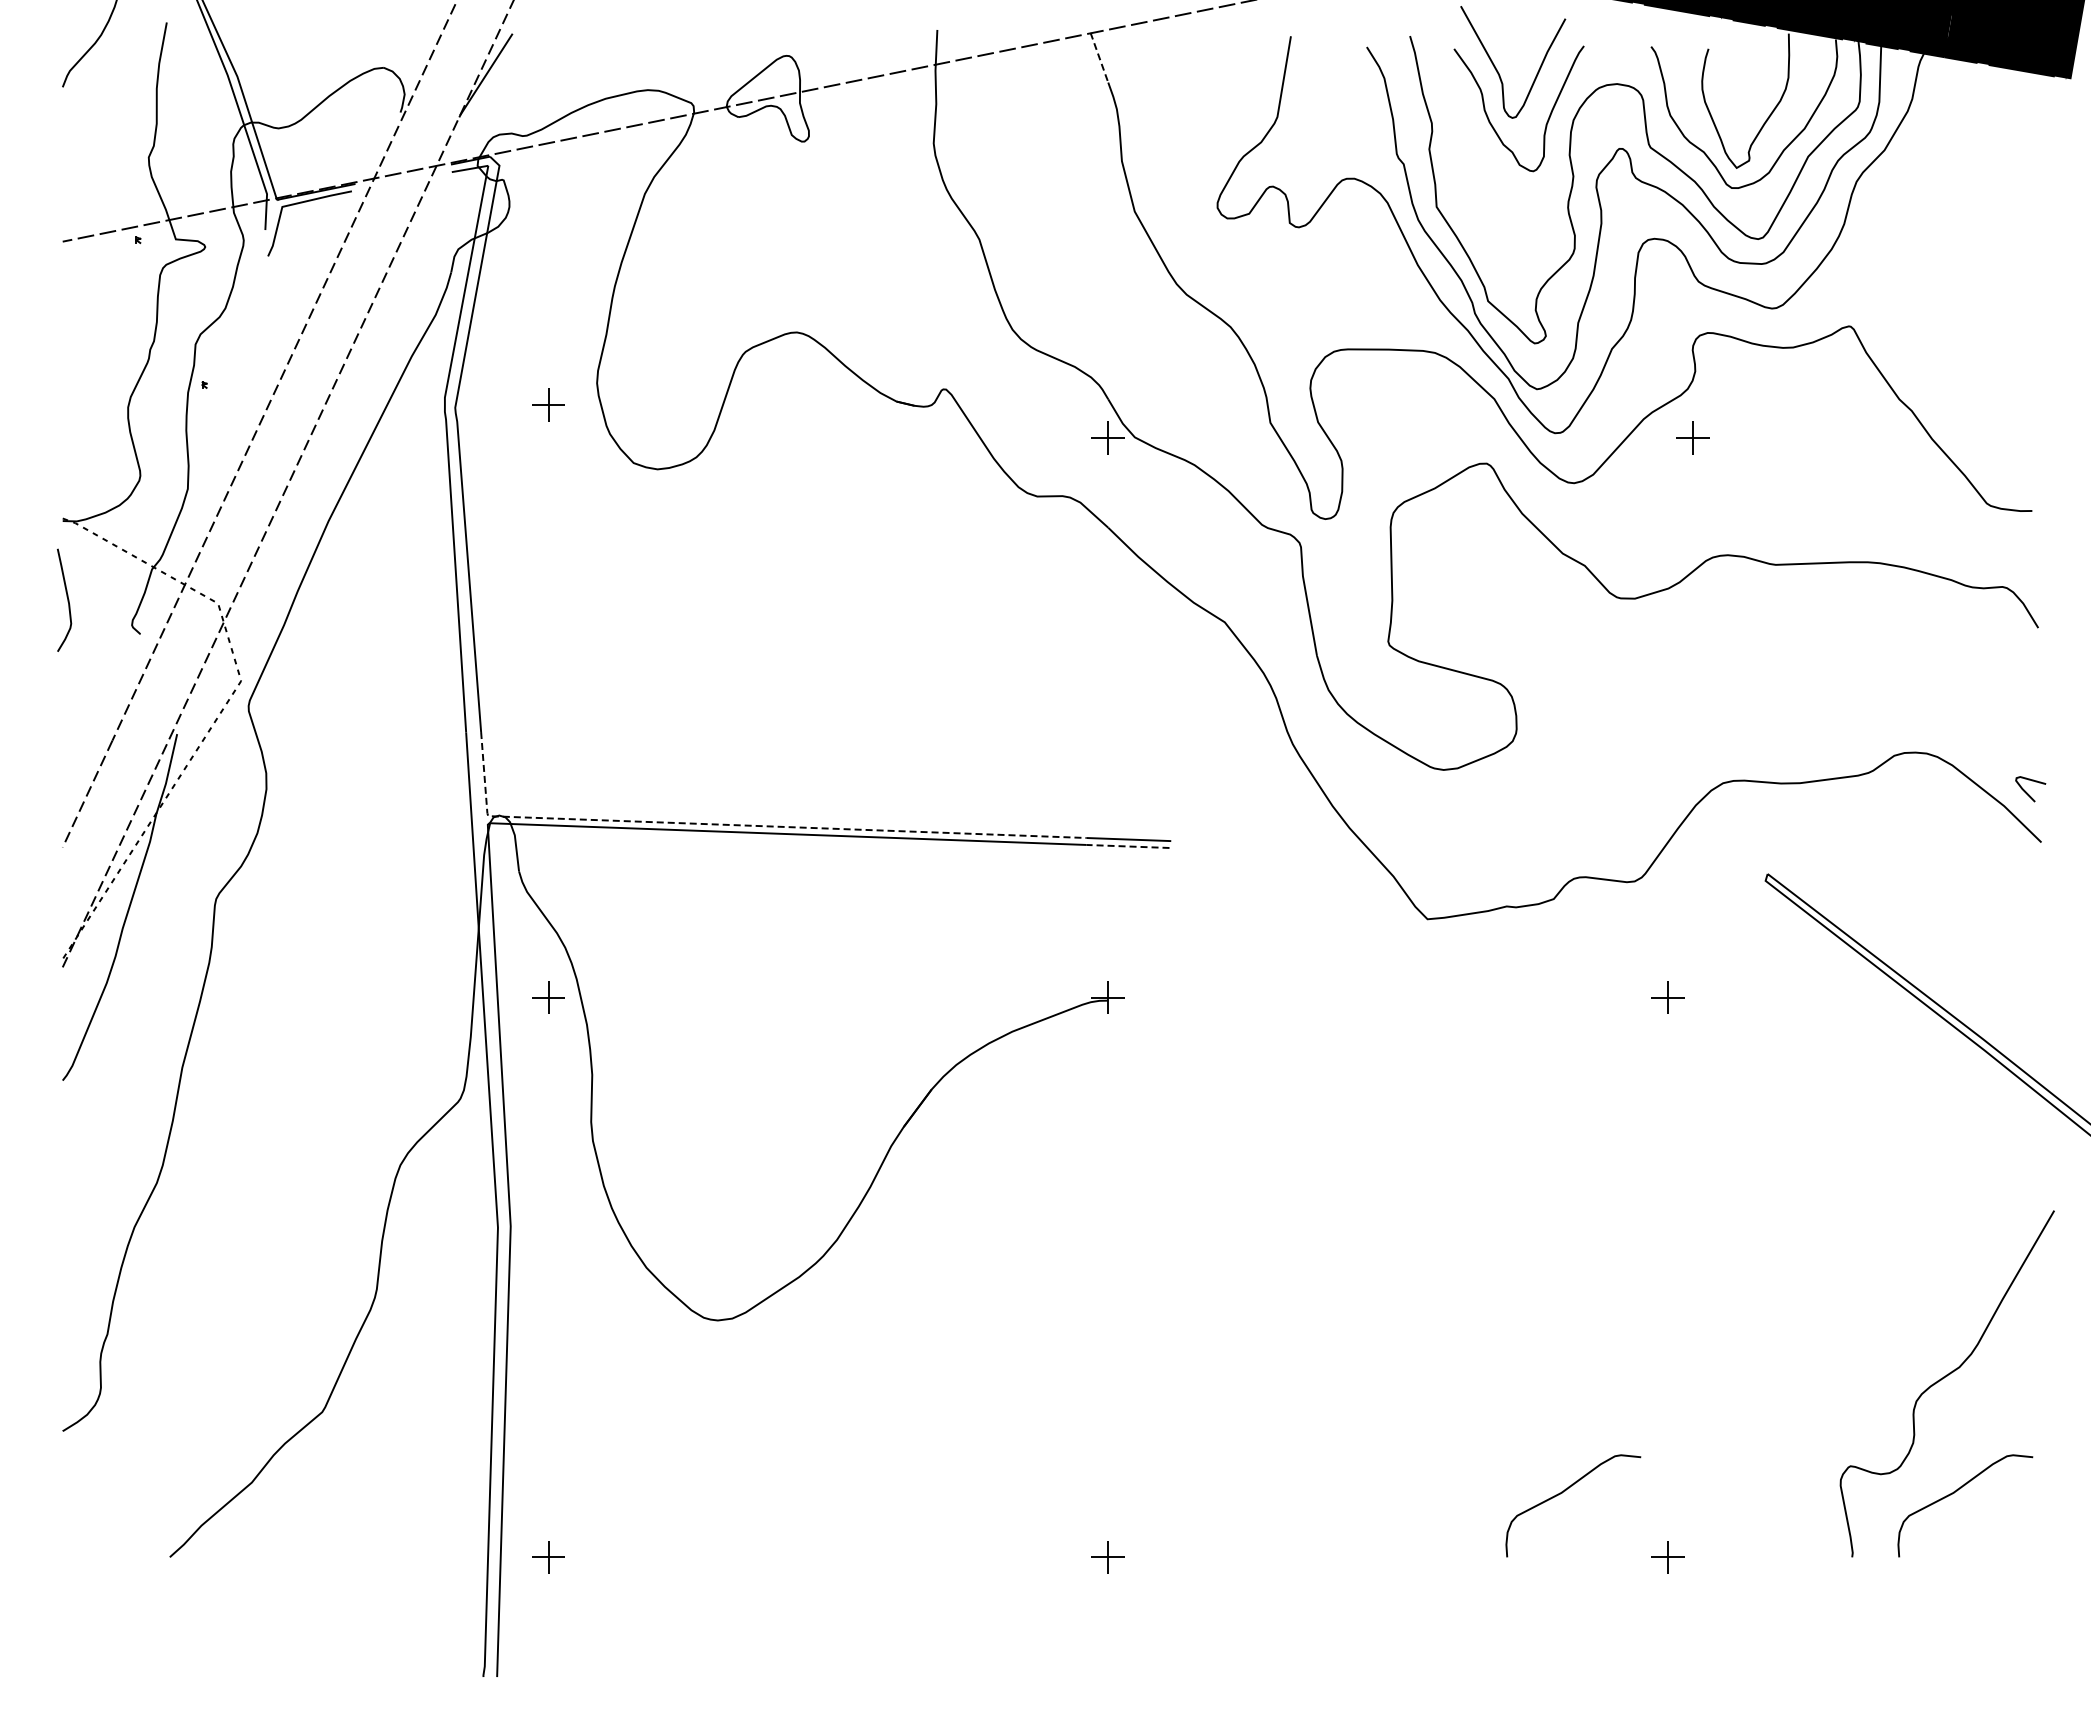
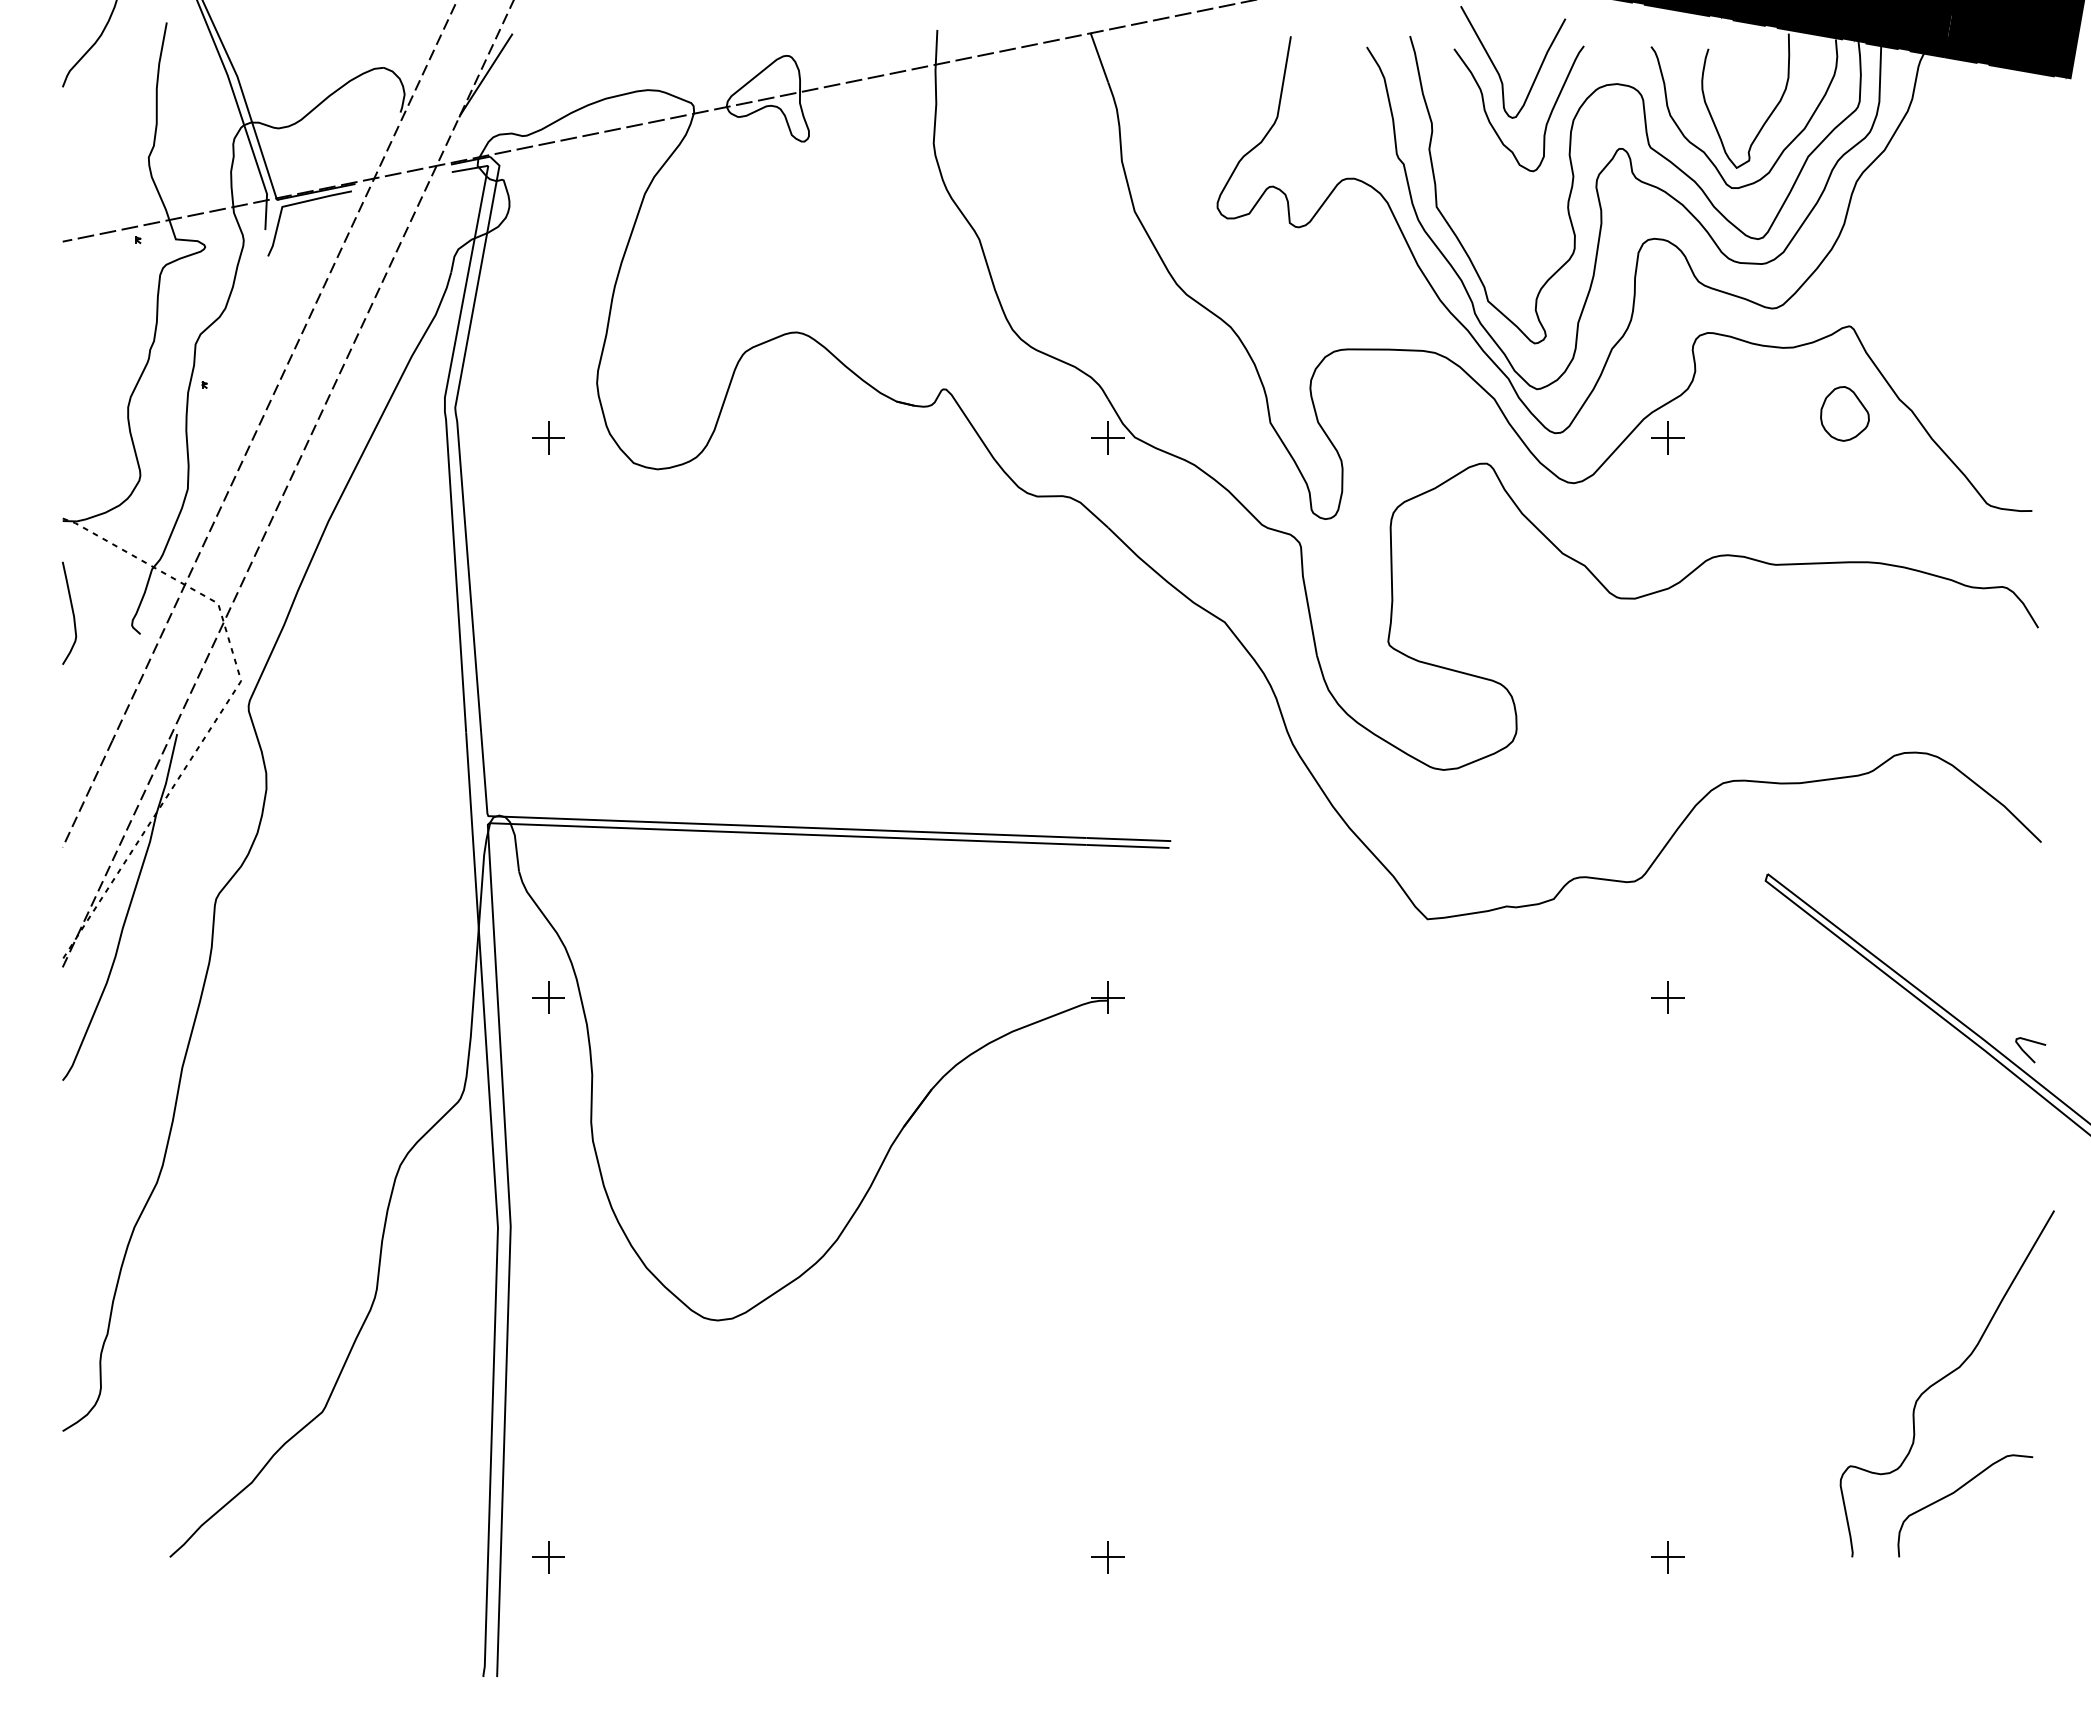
line at (1099, 58): dashed -> solid
part at (548, 404) position: (548, 404) -> (548, 437)
part at (1844, 413): none -> present
part at (1692, 437) position: (1692, 437) -> (1667, 437)
curve at (66, 597) position: (66, 597) -> (71, 610)
curve at (2027, 792) position: (2027, 792) -> (2027, 1053)
line at (743, 825): dashed -> solid
line at (1127, 846): dashed -> solid
curve at (1565, 1491): present -> none
